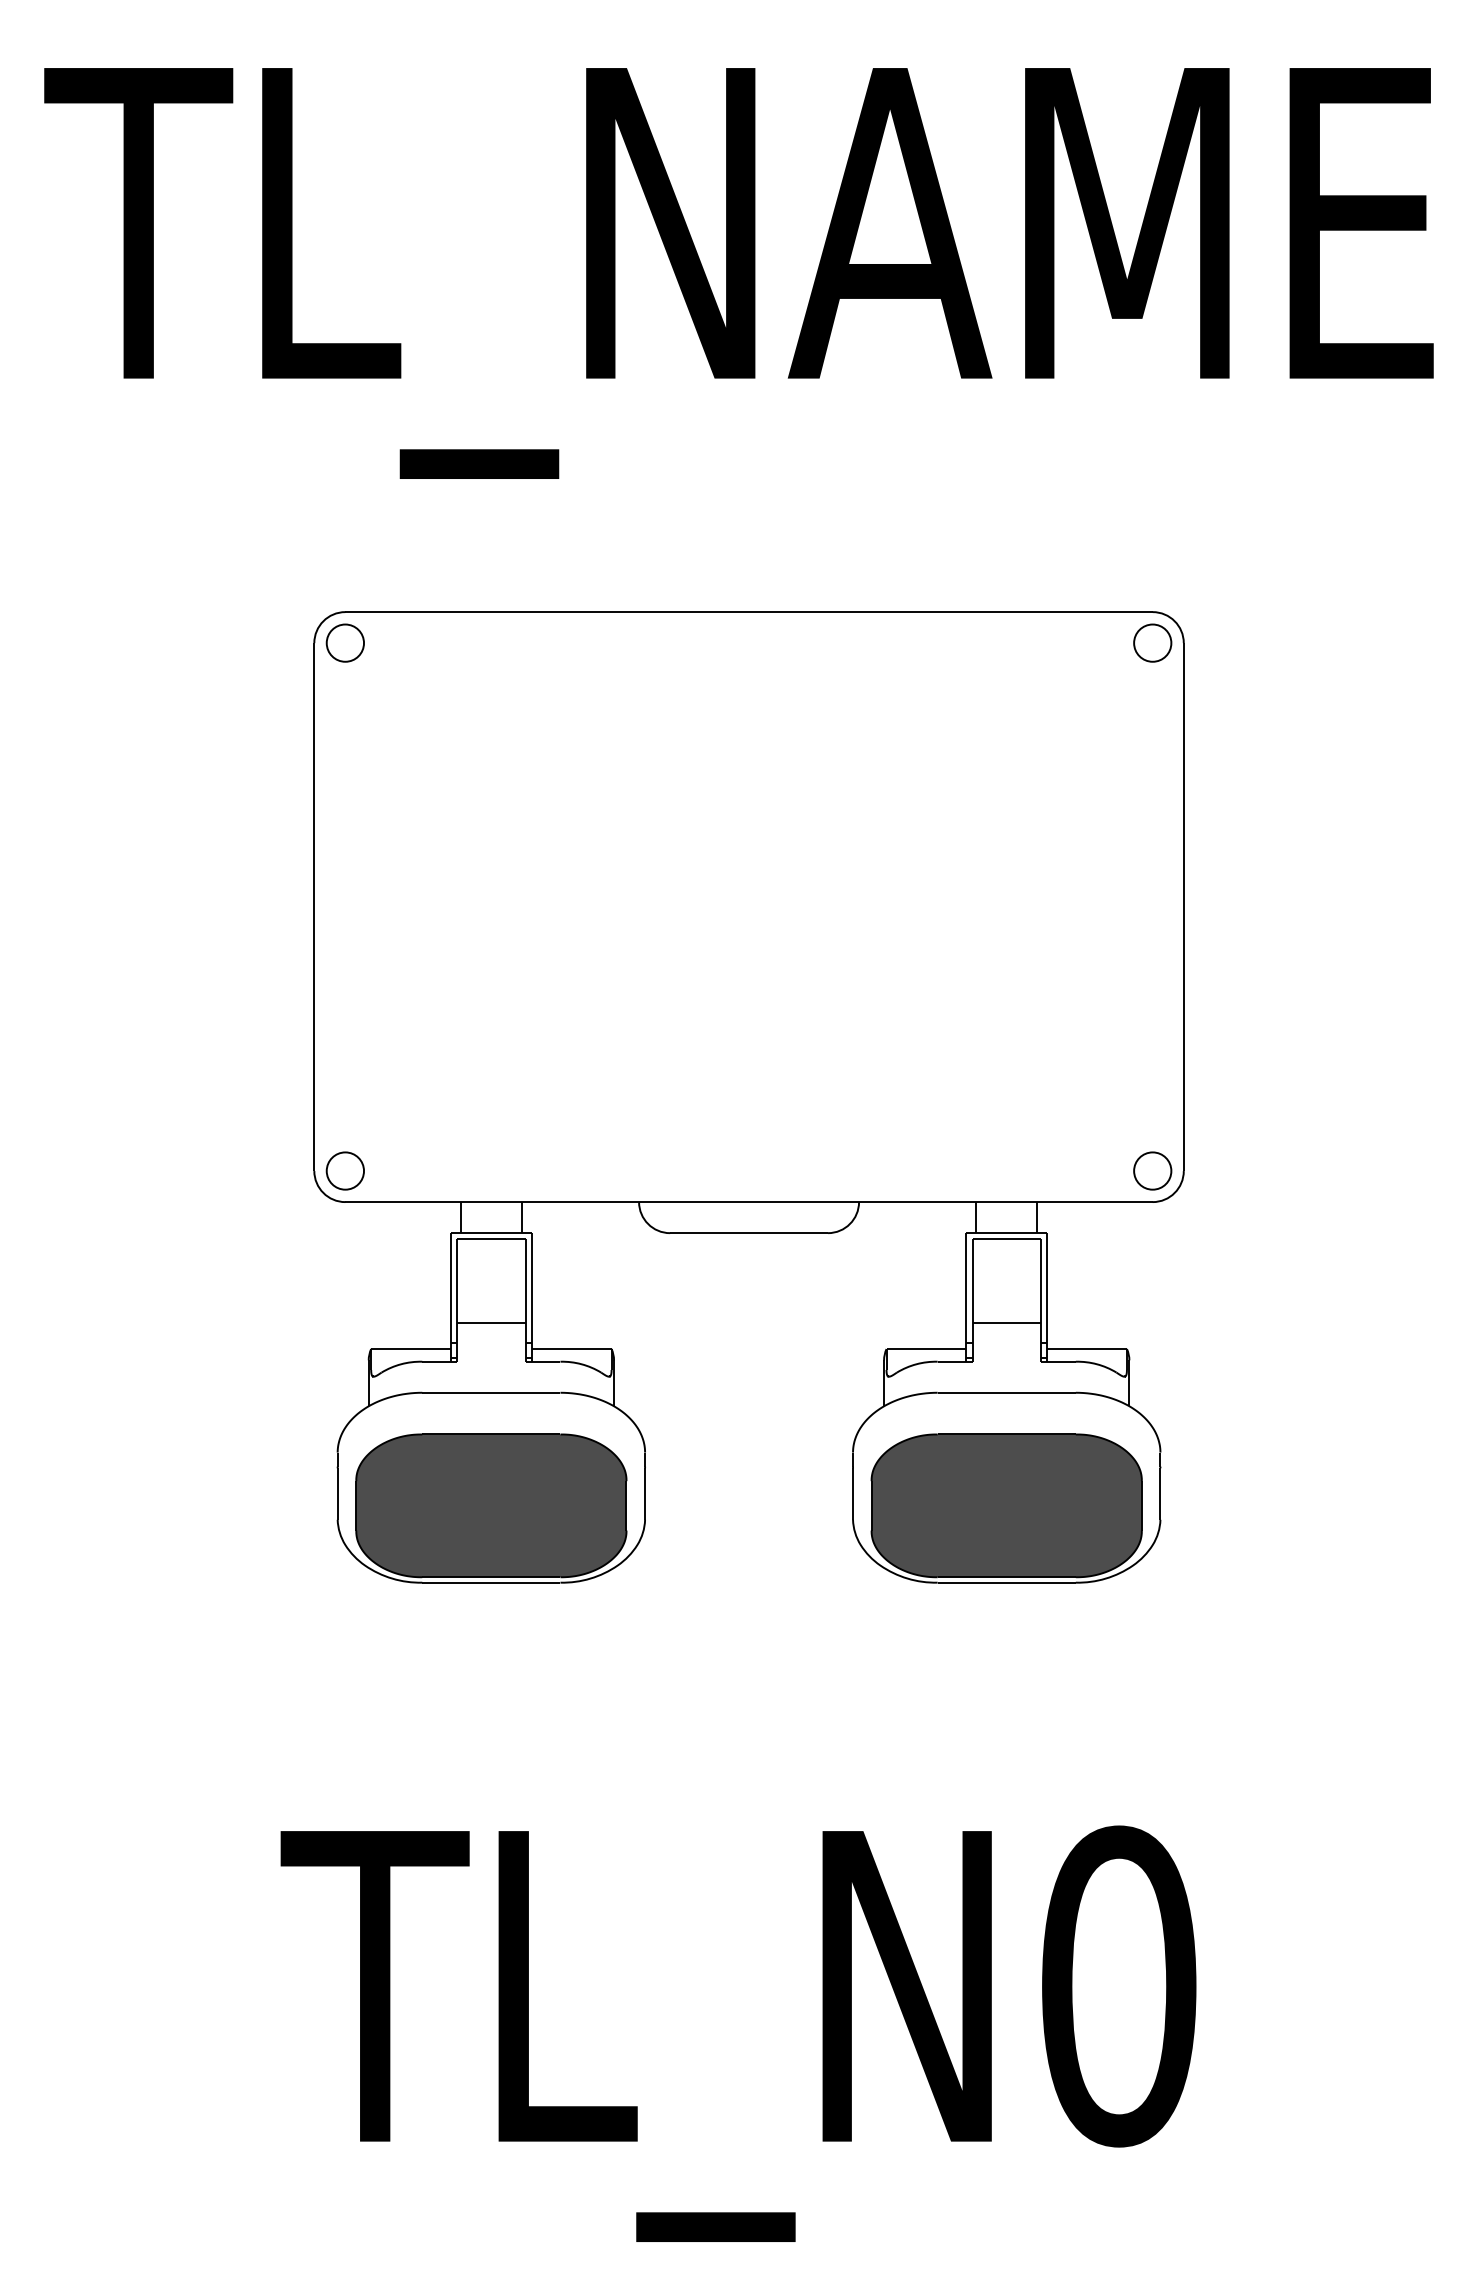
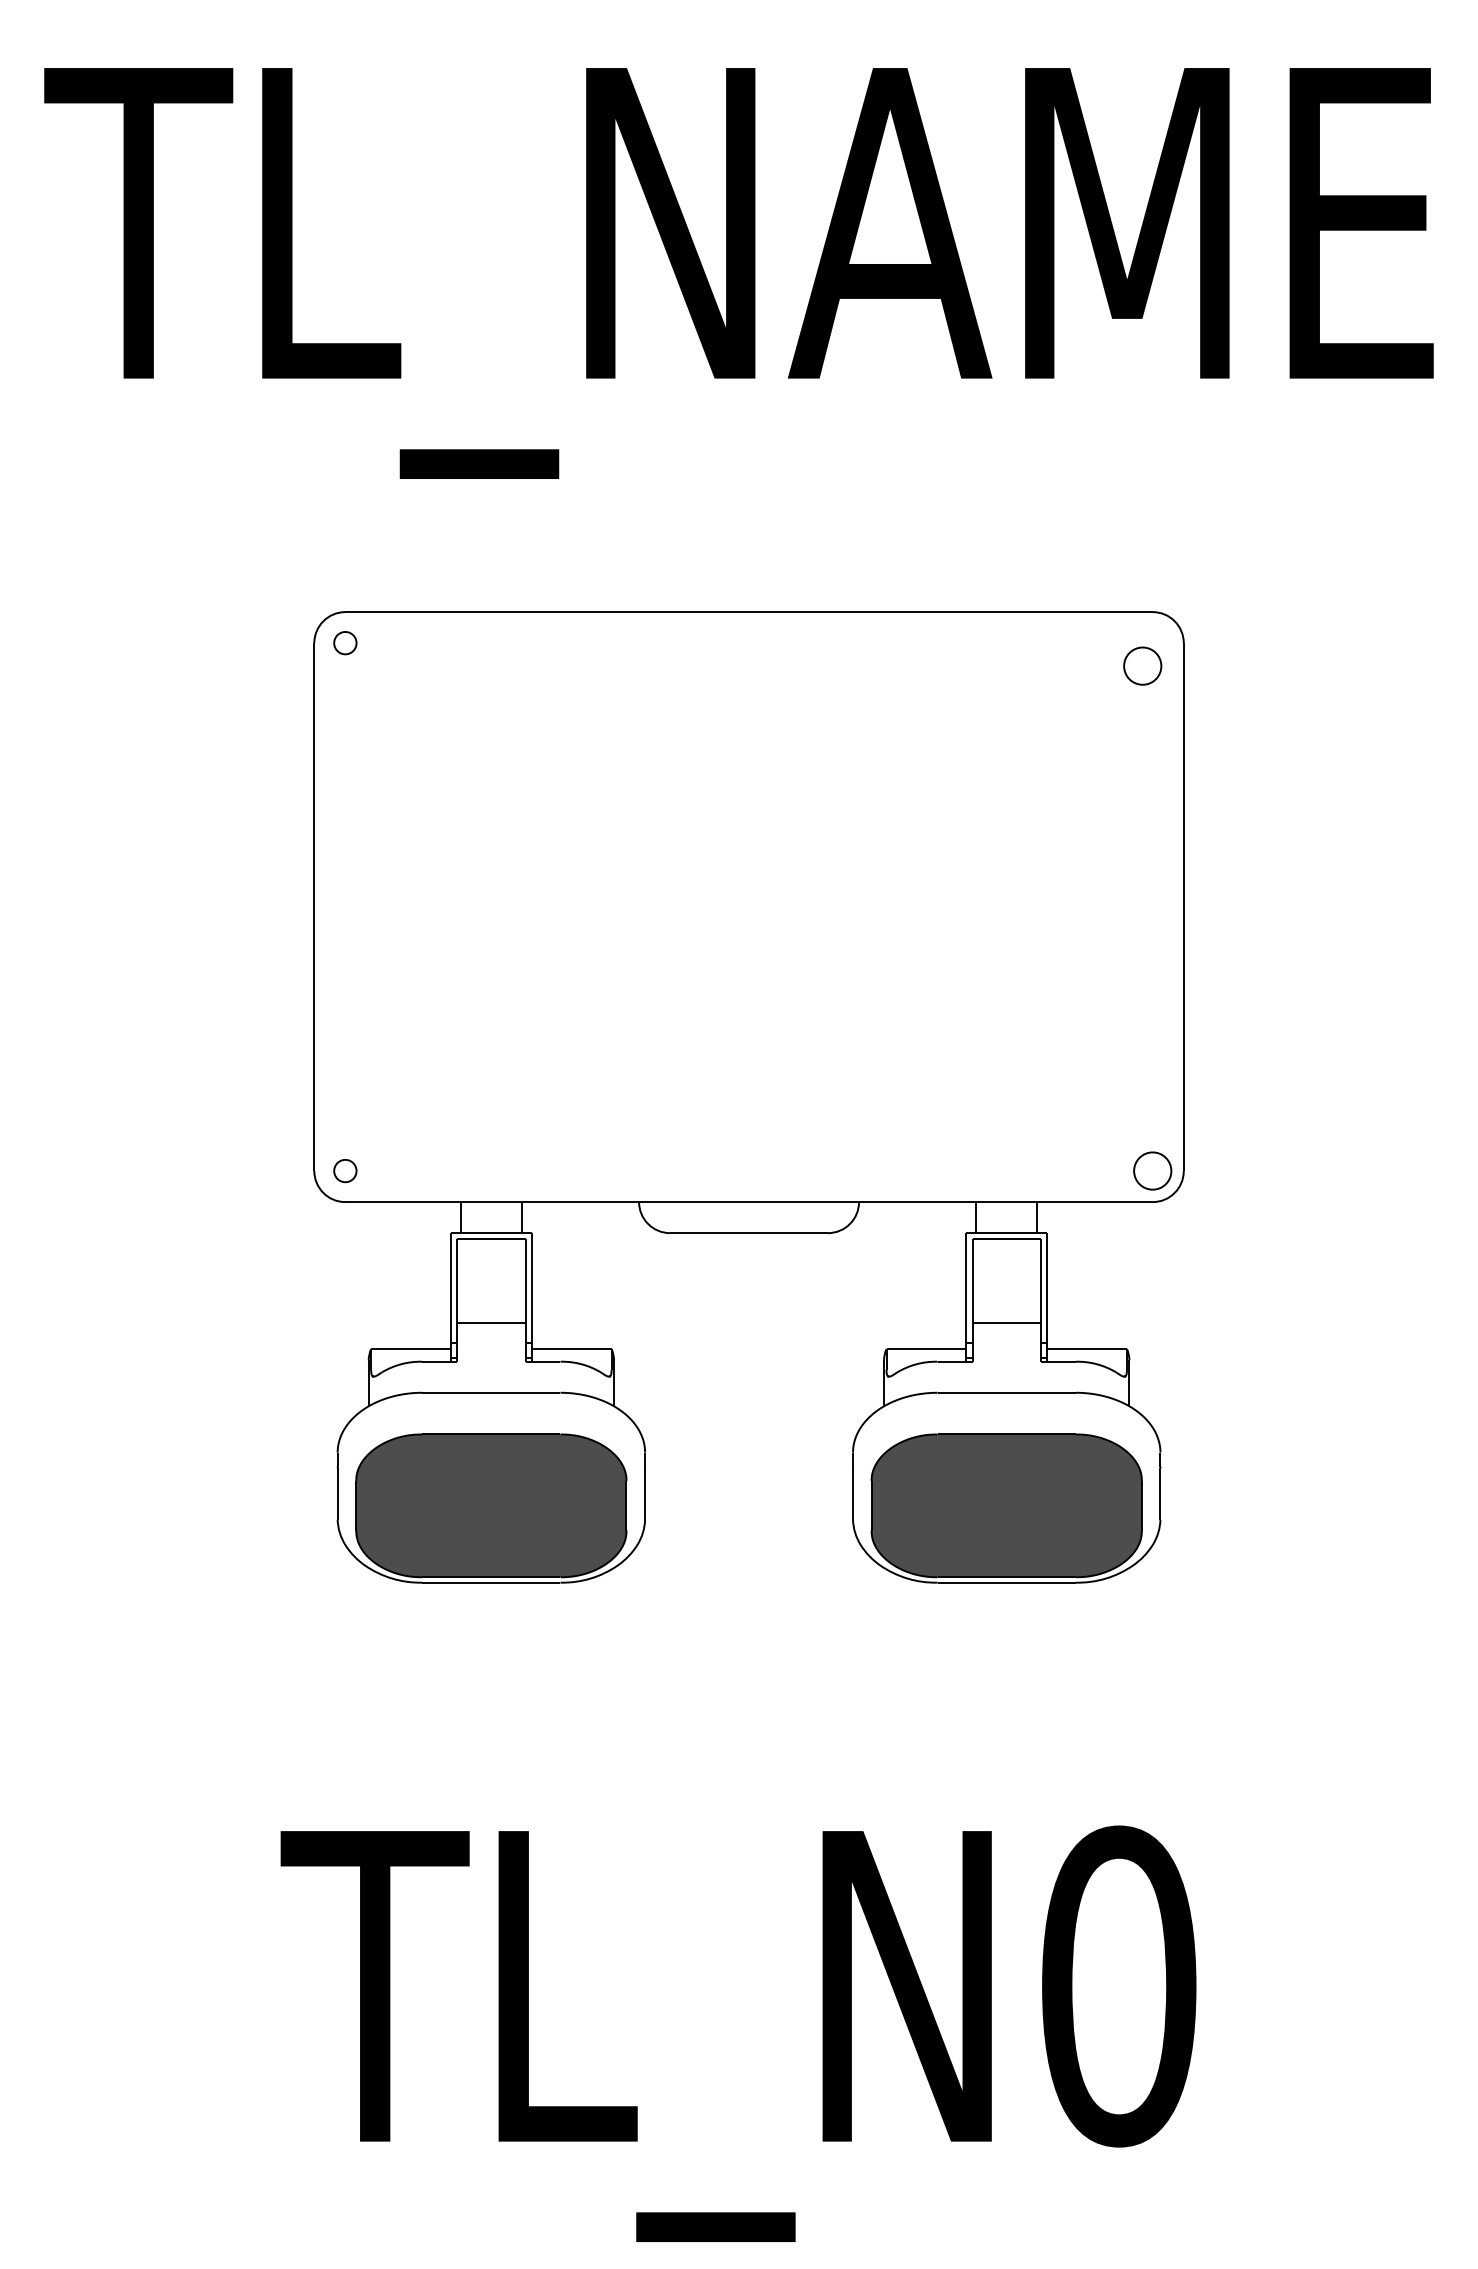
circle at (345, 642) diameter: 37 px -> 22 px
circle at (1152, 642) position: (1152, 642) -> (1142, 665)
circle at (345, 1170) diameter: 37 px -> 22 px
